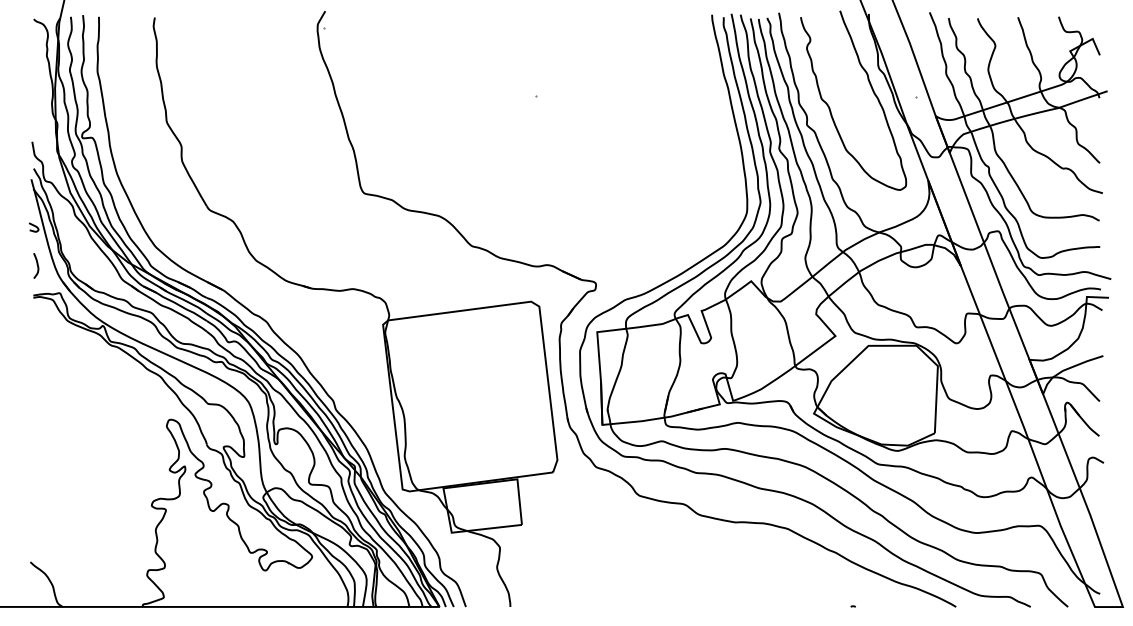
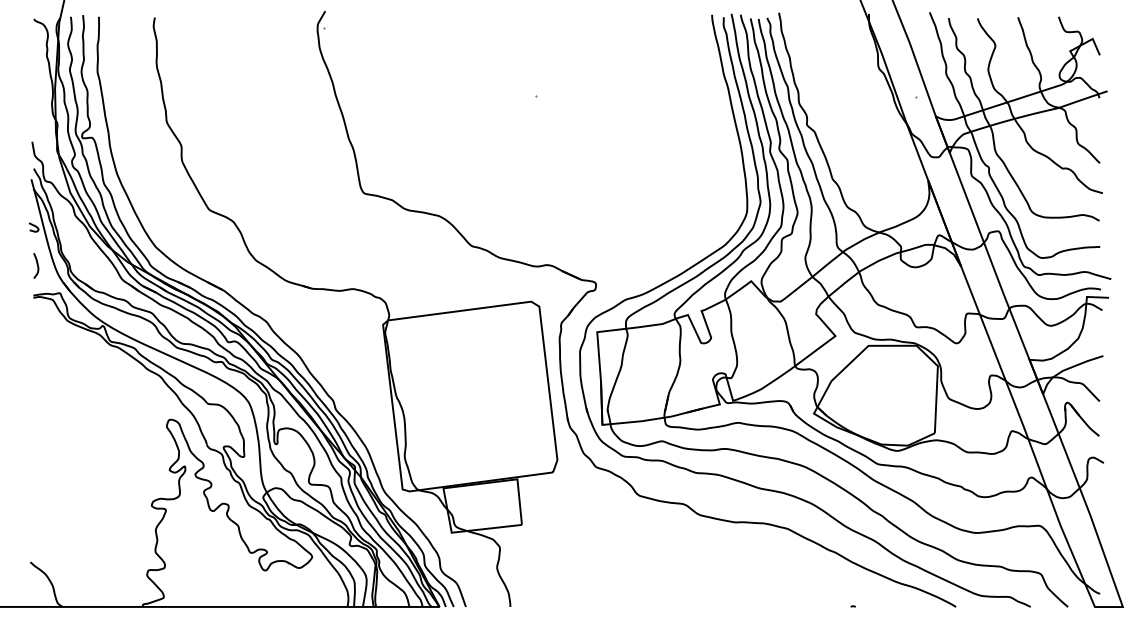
curve at (872, 91): present -> none
